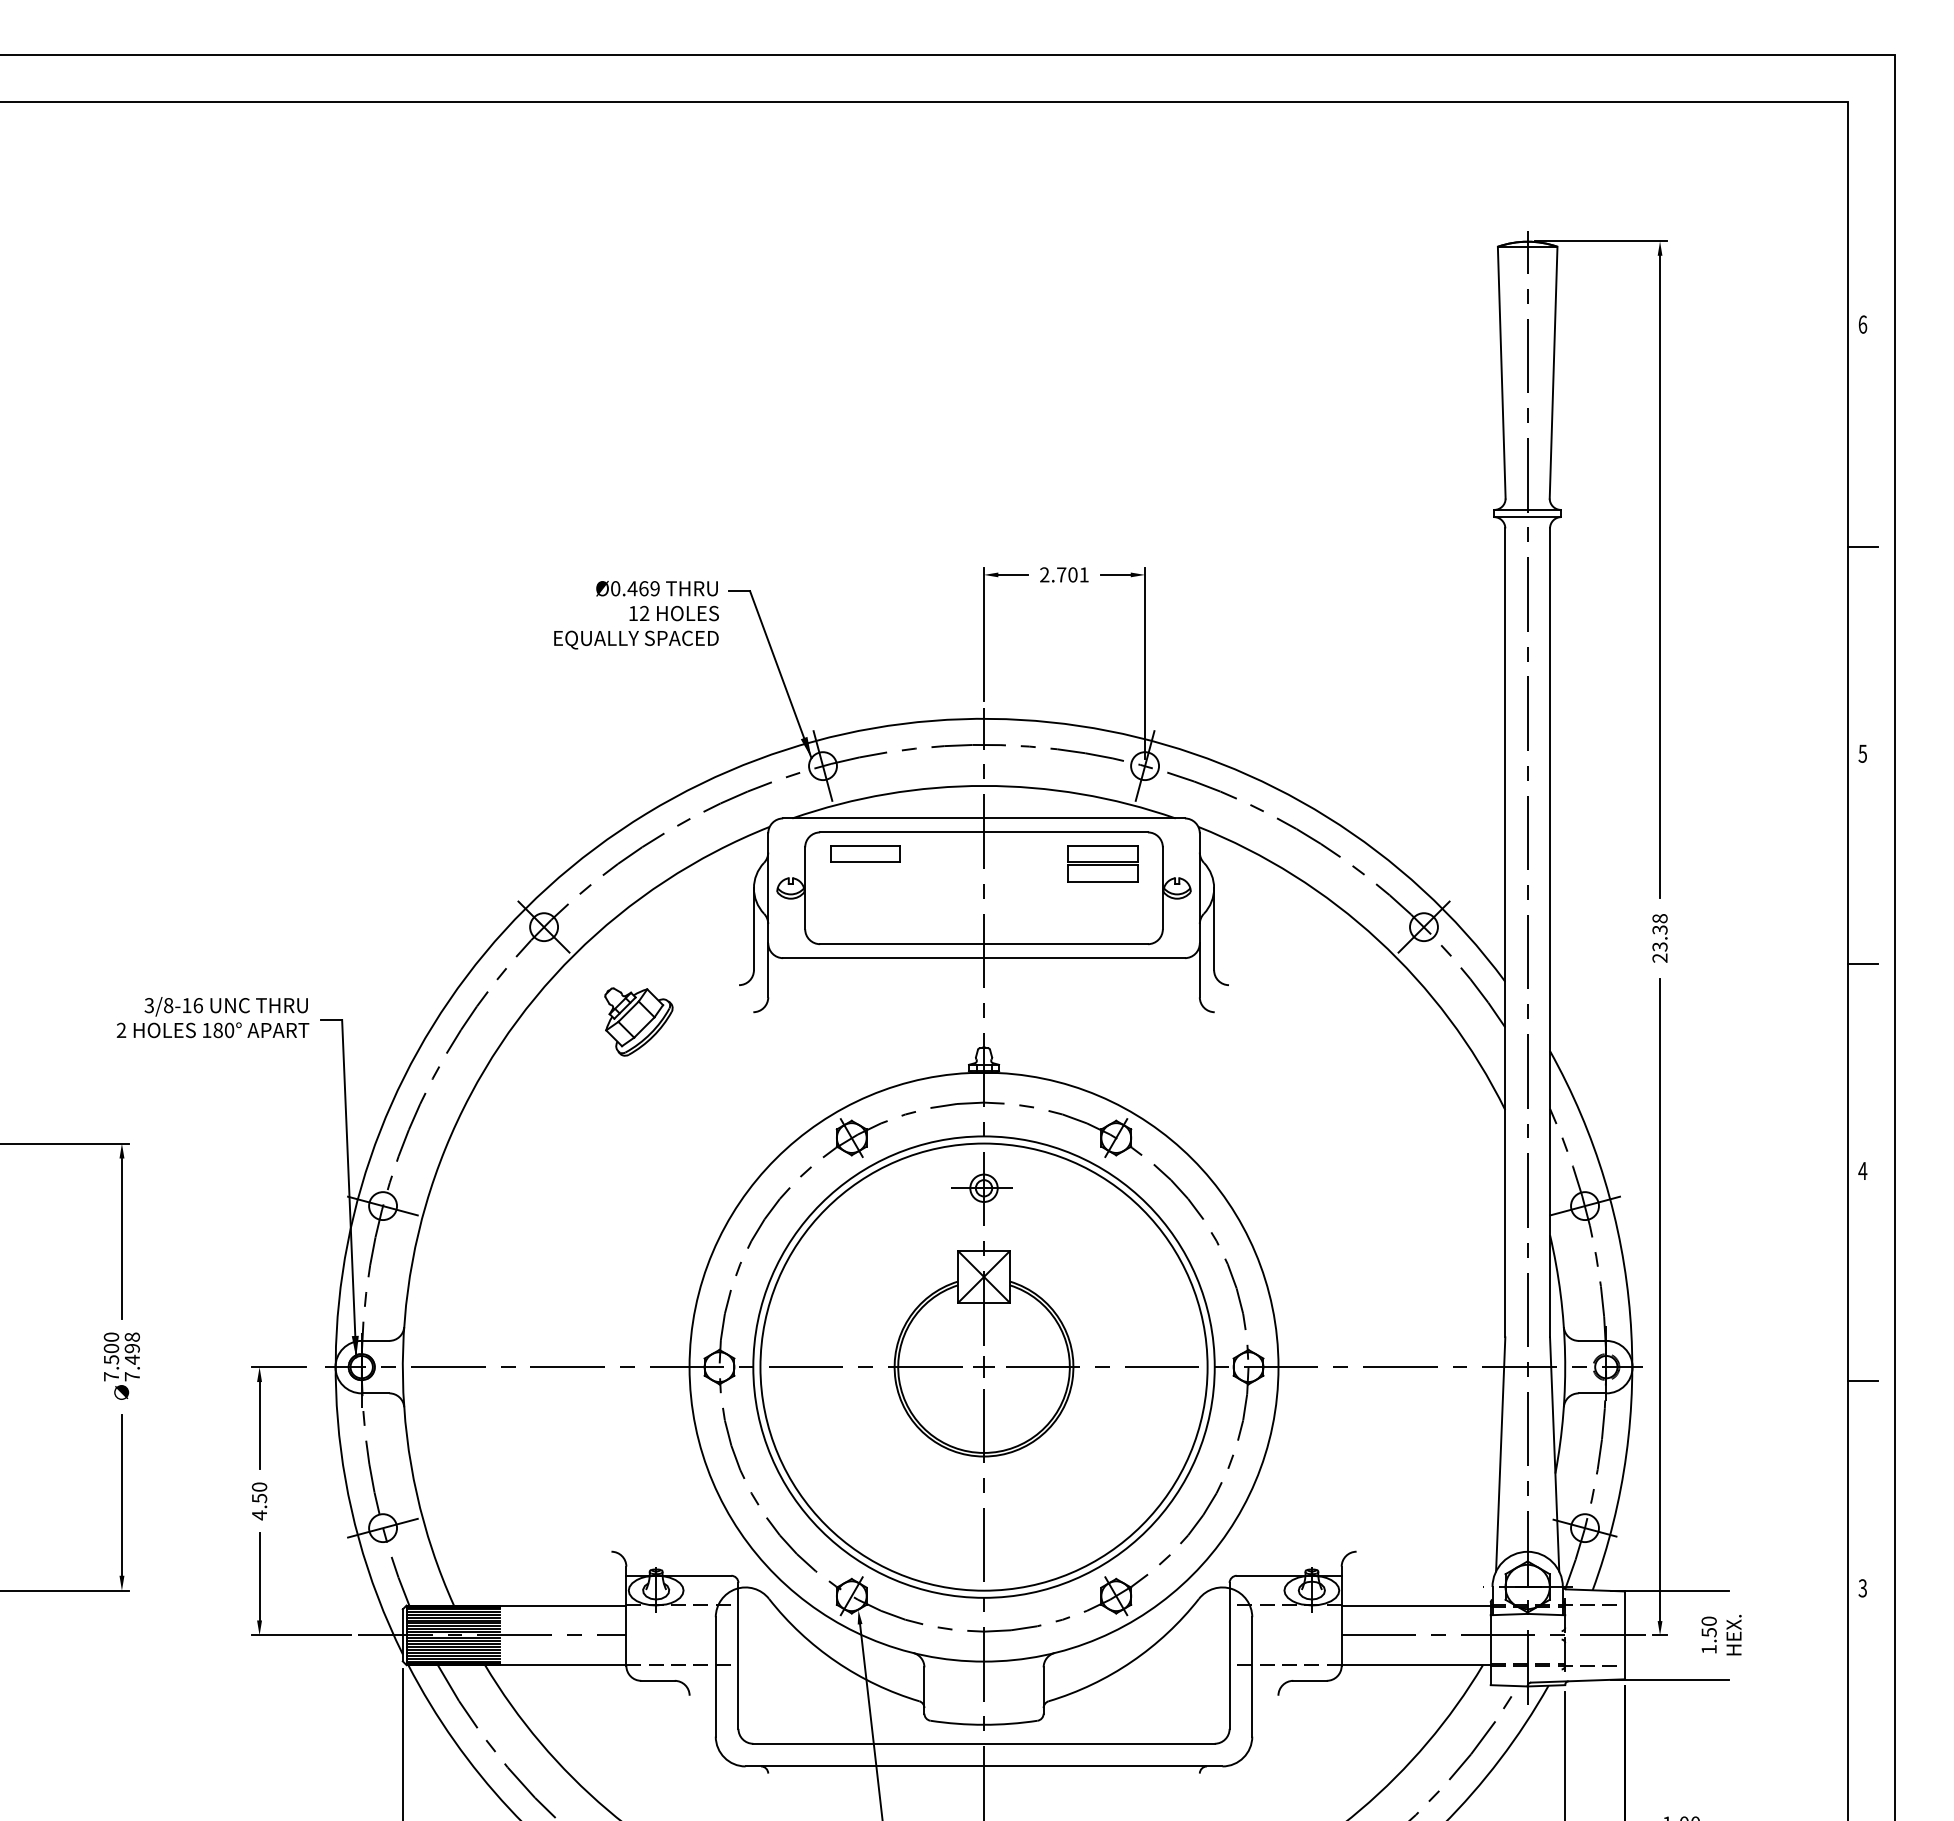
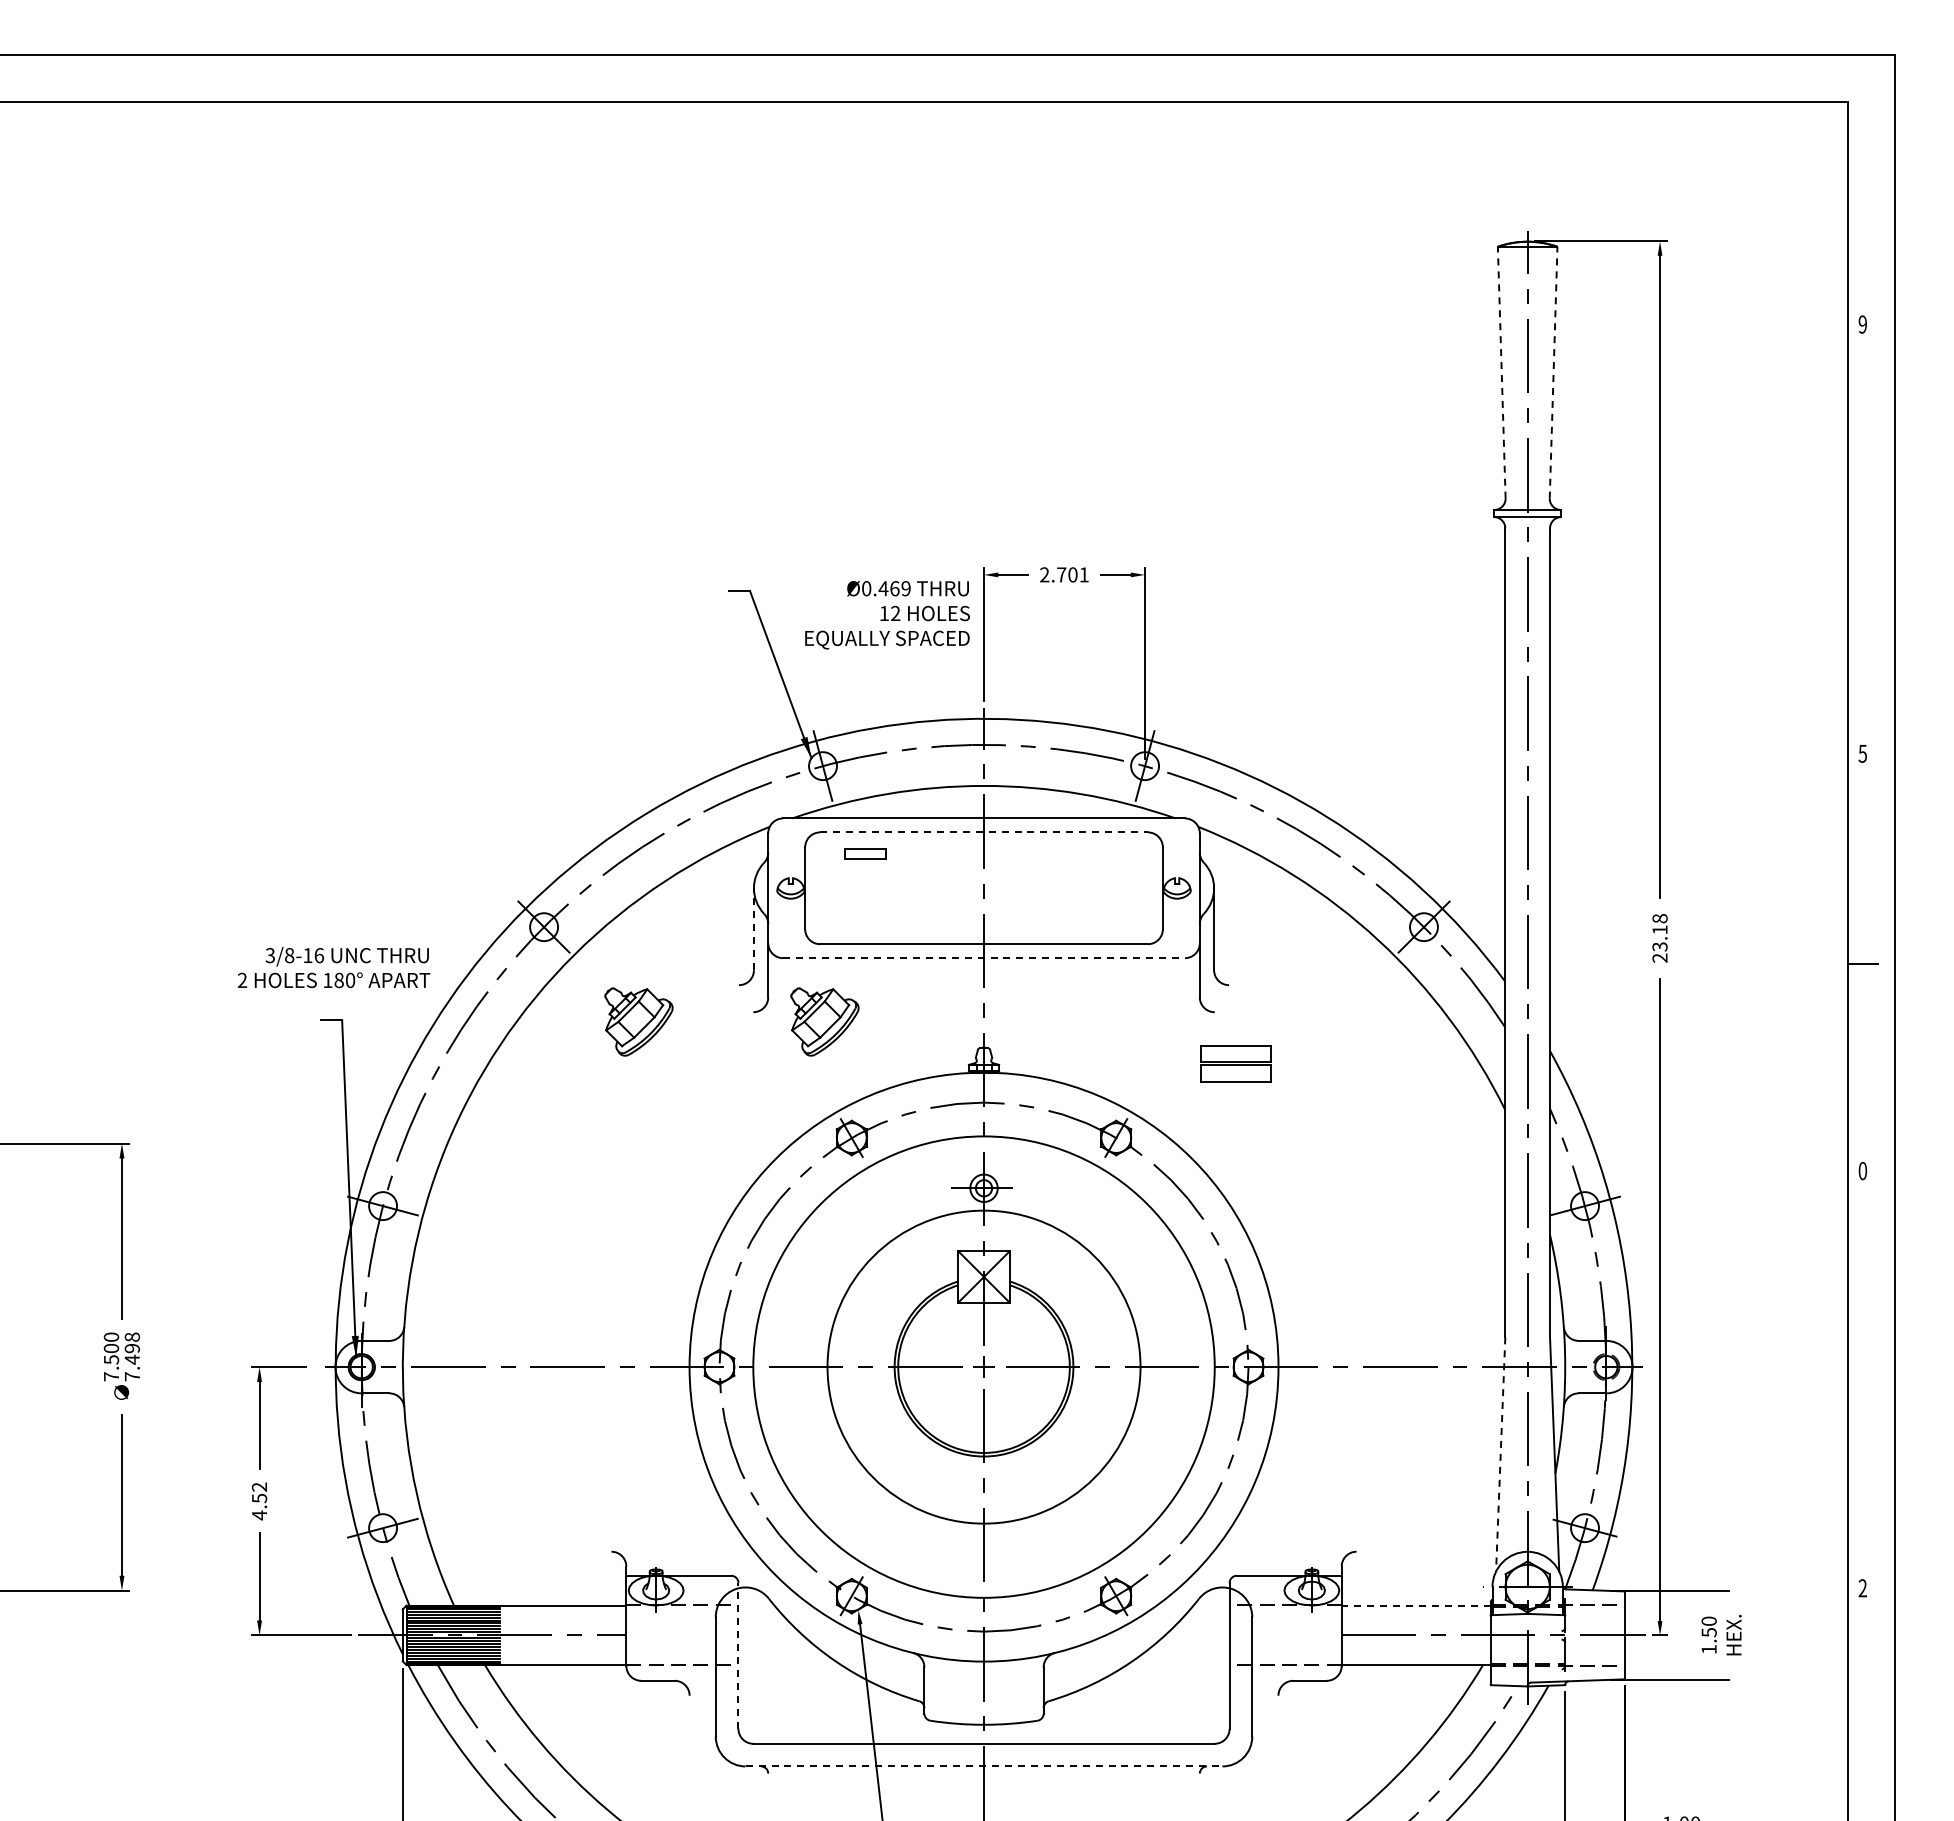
text at (1862, 324): 6 -> 9
line at (1501, 372): solid -> dashed
line at (1553, 372): solid -> dashed
line at (1862, 546): present -> none
text at (636, 615) position: (636, 615) -> (887, 615)
line at (984, 832): solid -> dashed
part at (865, 853) size: 71x18 px -> 43x12 px
part at (1102, 863) position: (1102, 863) -> (1235, 1063)
line at (753, 929): solid -> dashed
text at (1659, 929): 23.38 -> 23.18
line at (984, 958): solid -> dashed
text at (212, 1017) position: (212, 1017) -> (333, 967)
part at (824, 1021): none -> present
text at (1862, 1170): 4 -> 0
circle at (983, 1366) diameter: 447 px -> 313 px
line at (1862, 1381): present -> none
line at (1500, 1454): solid -> dashed
text at (259, 1486): 4.50 -> 4.52
text at (1862, 1588): 3 -> 2
line at (1416, 1605): solid -> dashed
line at (738, 1655): solid -> dashed
line at (984, 1766): solid -> dashed
